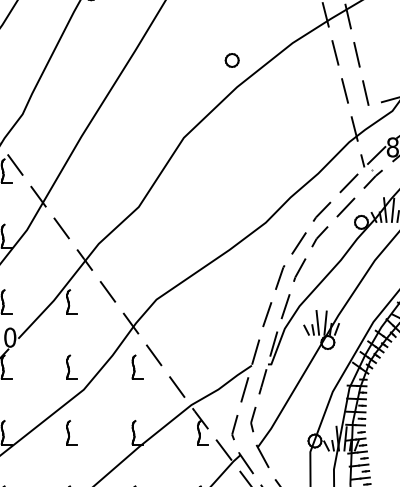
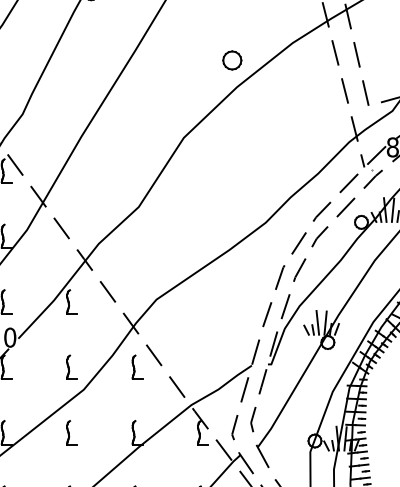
part at (231, 60) size: 16x15 px -> 21x21 px
